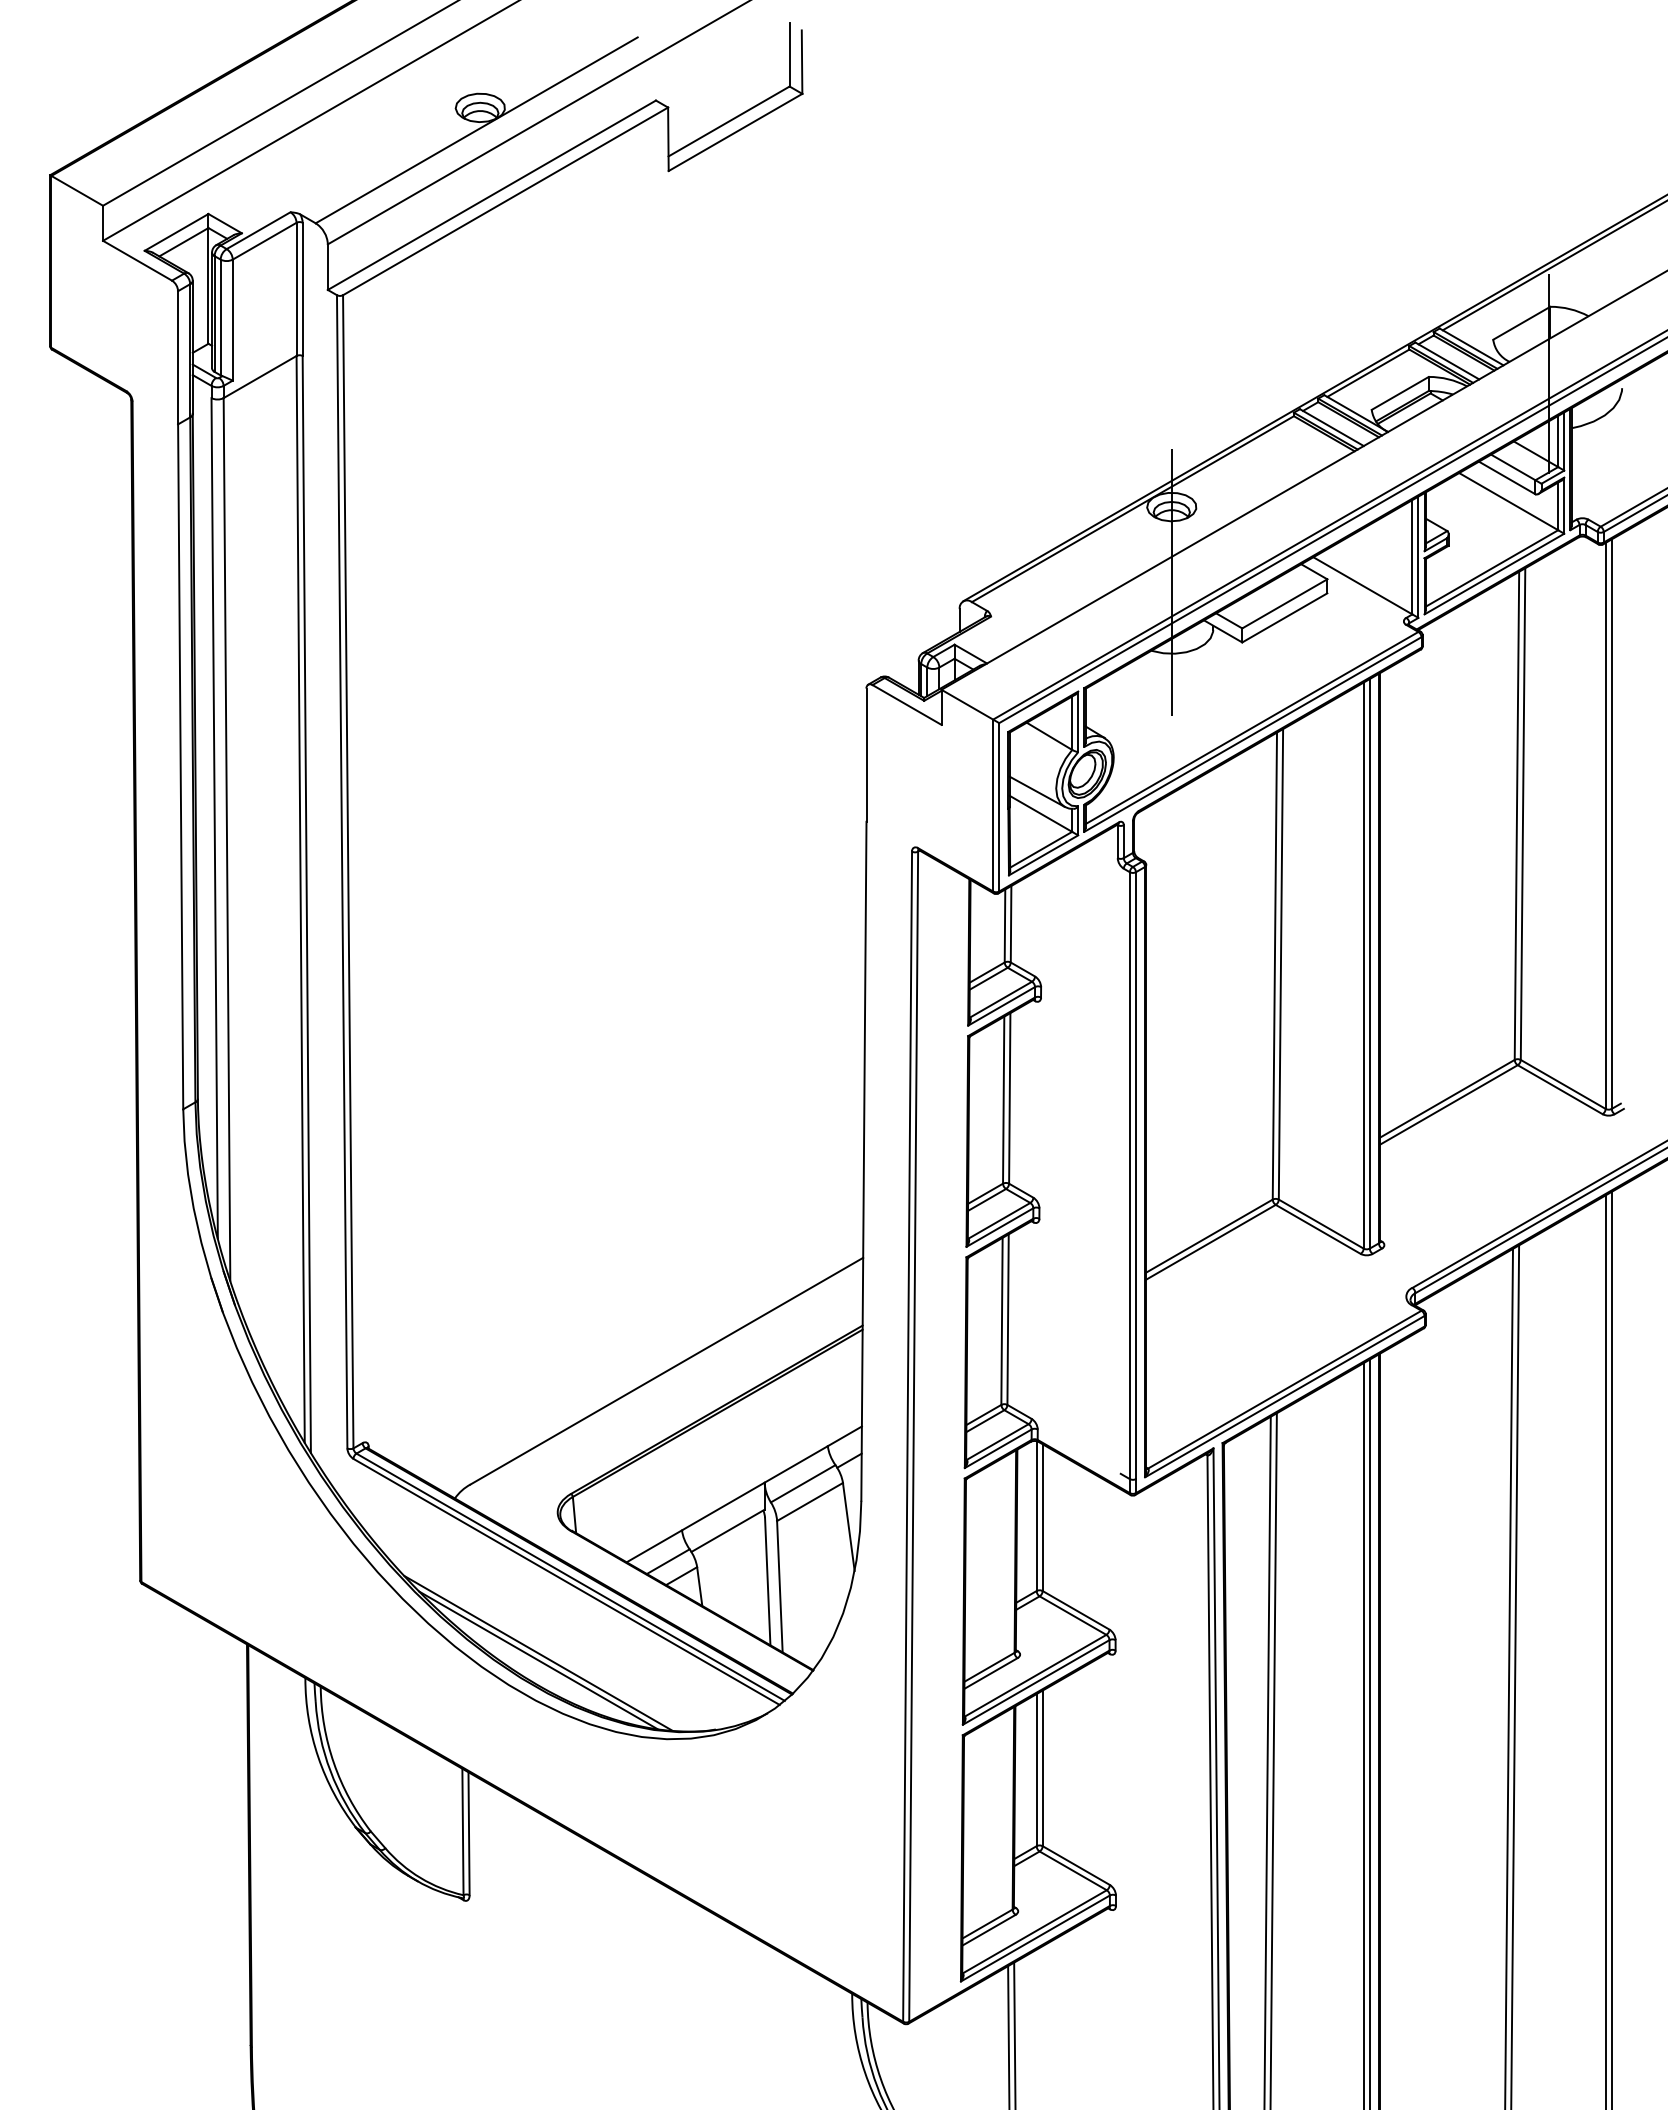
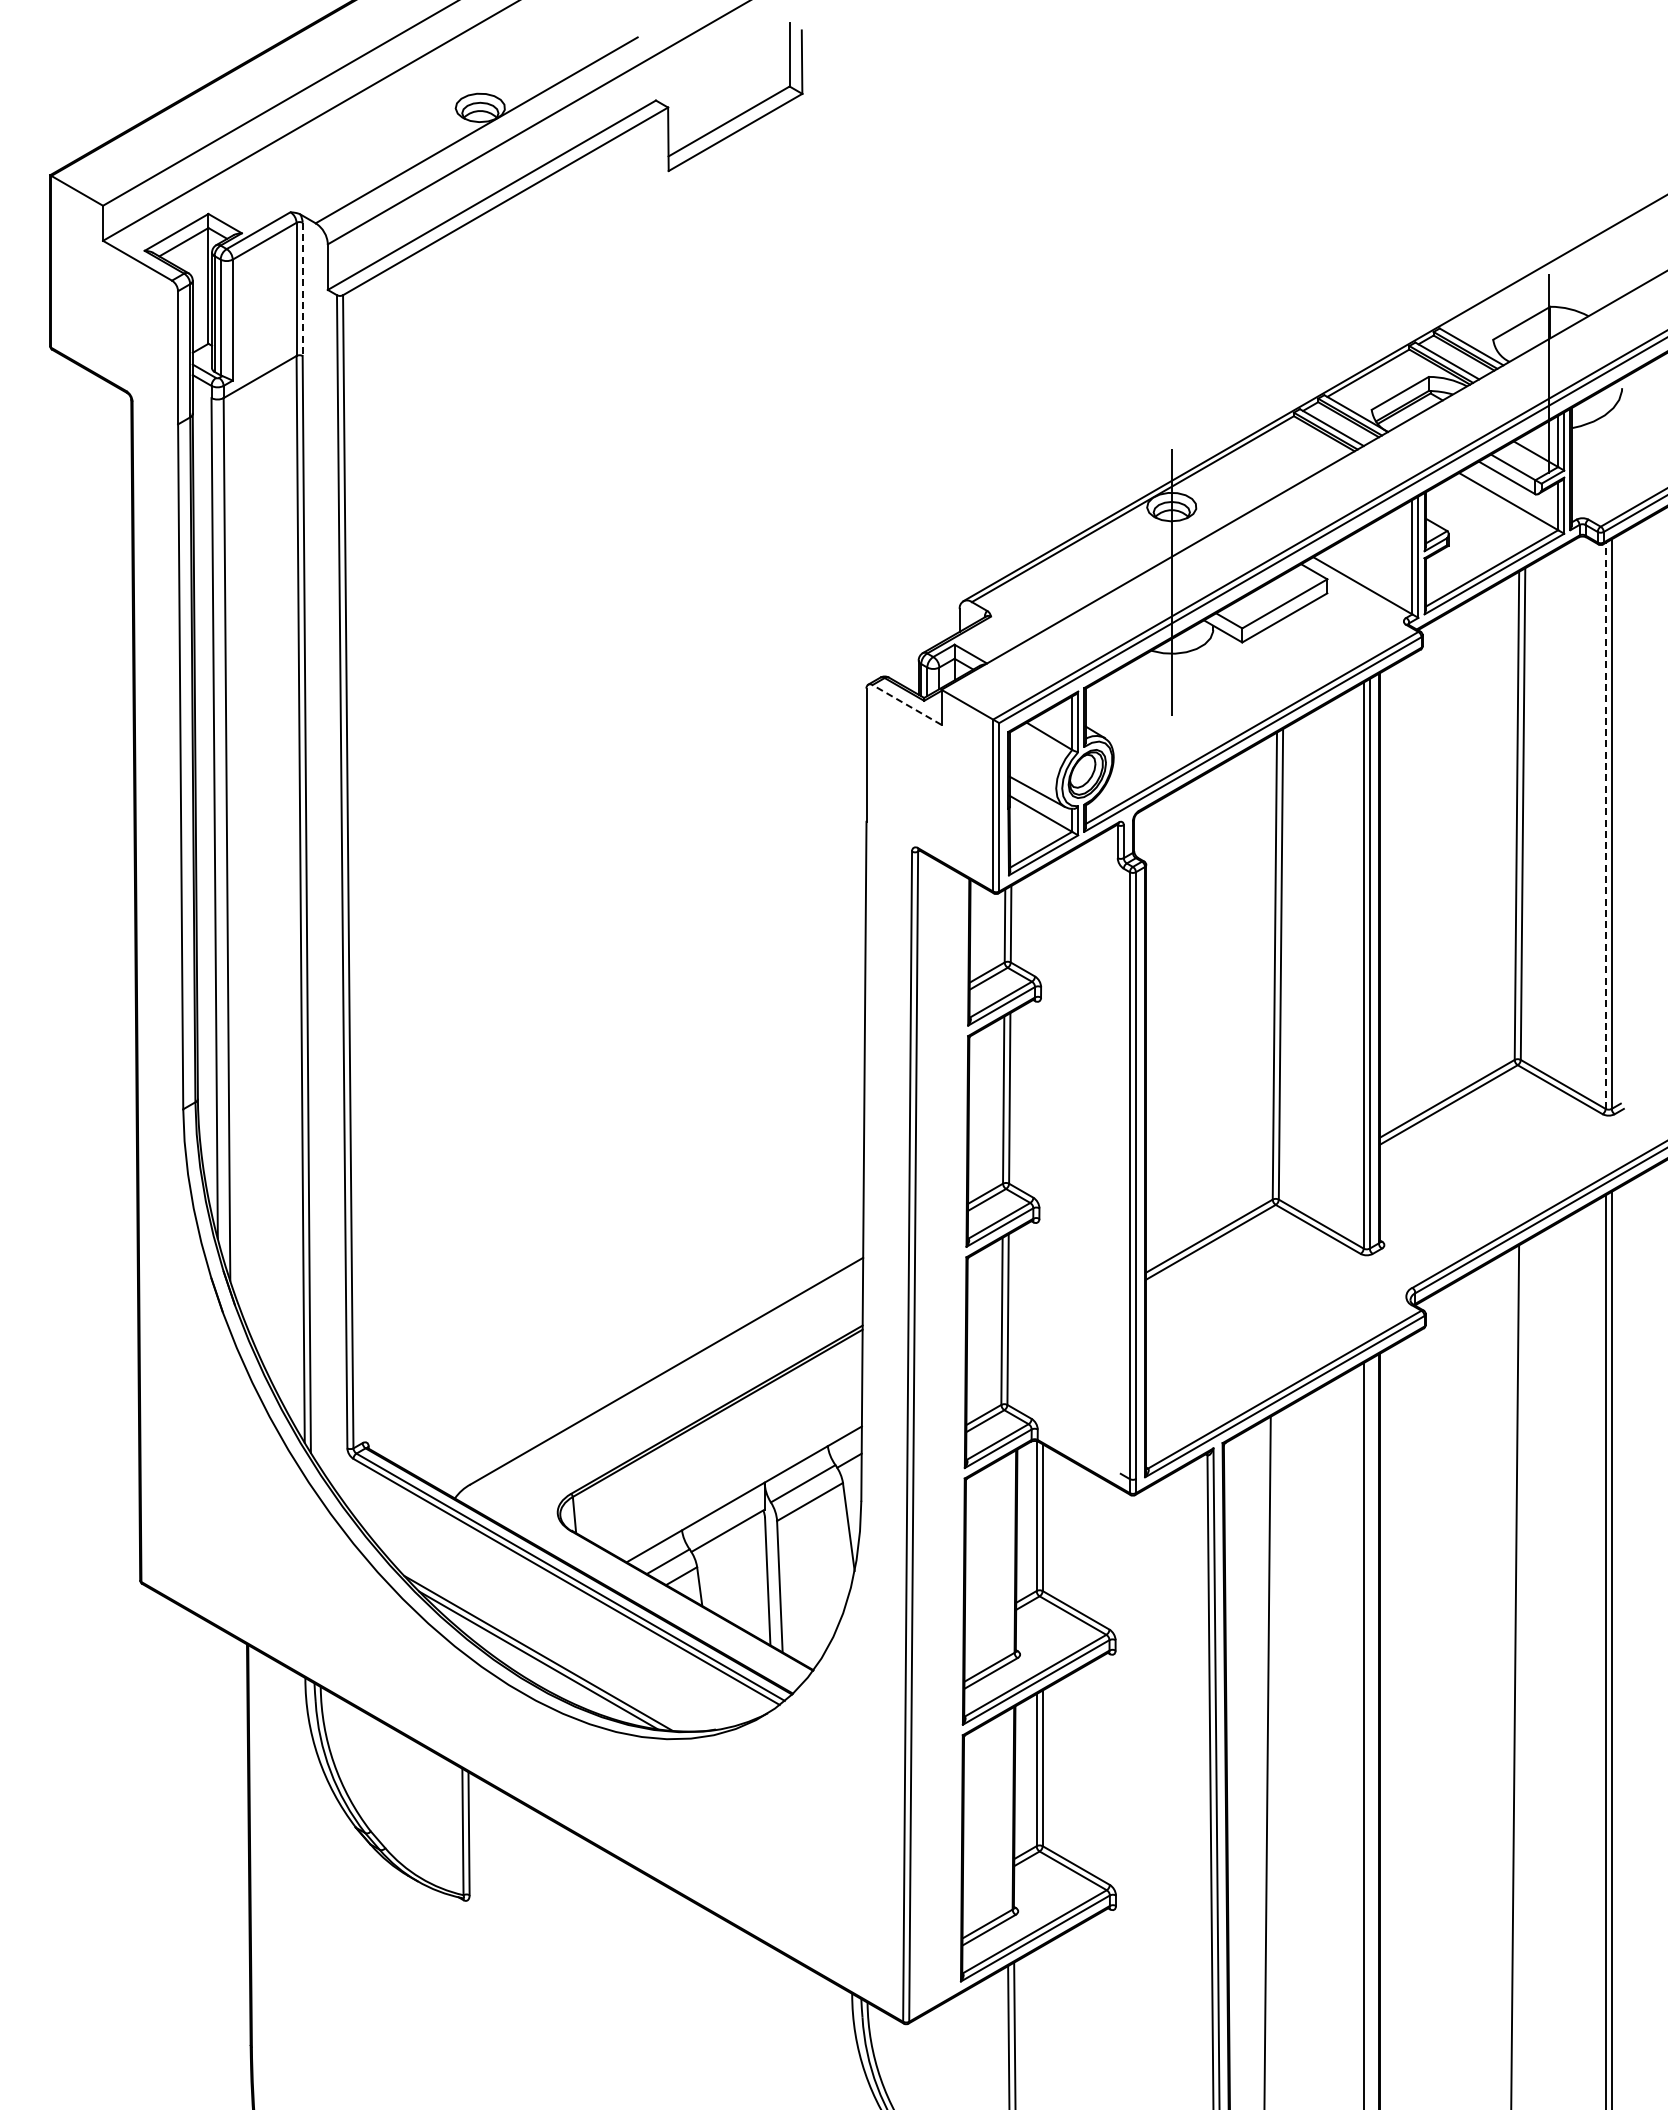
line at (1553, 266): present -> none
line at (302, 289): solid -> dashed
line at (907, 704): solid -> dashed
line at (1605, 825): solid -> dashed
line at (1509, 1677): present -> none
line at (1369, 1732): present -> none
line at (1273, 1759): present -> none
